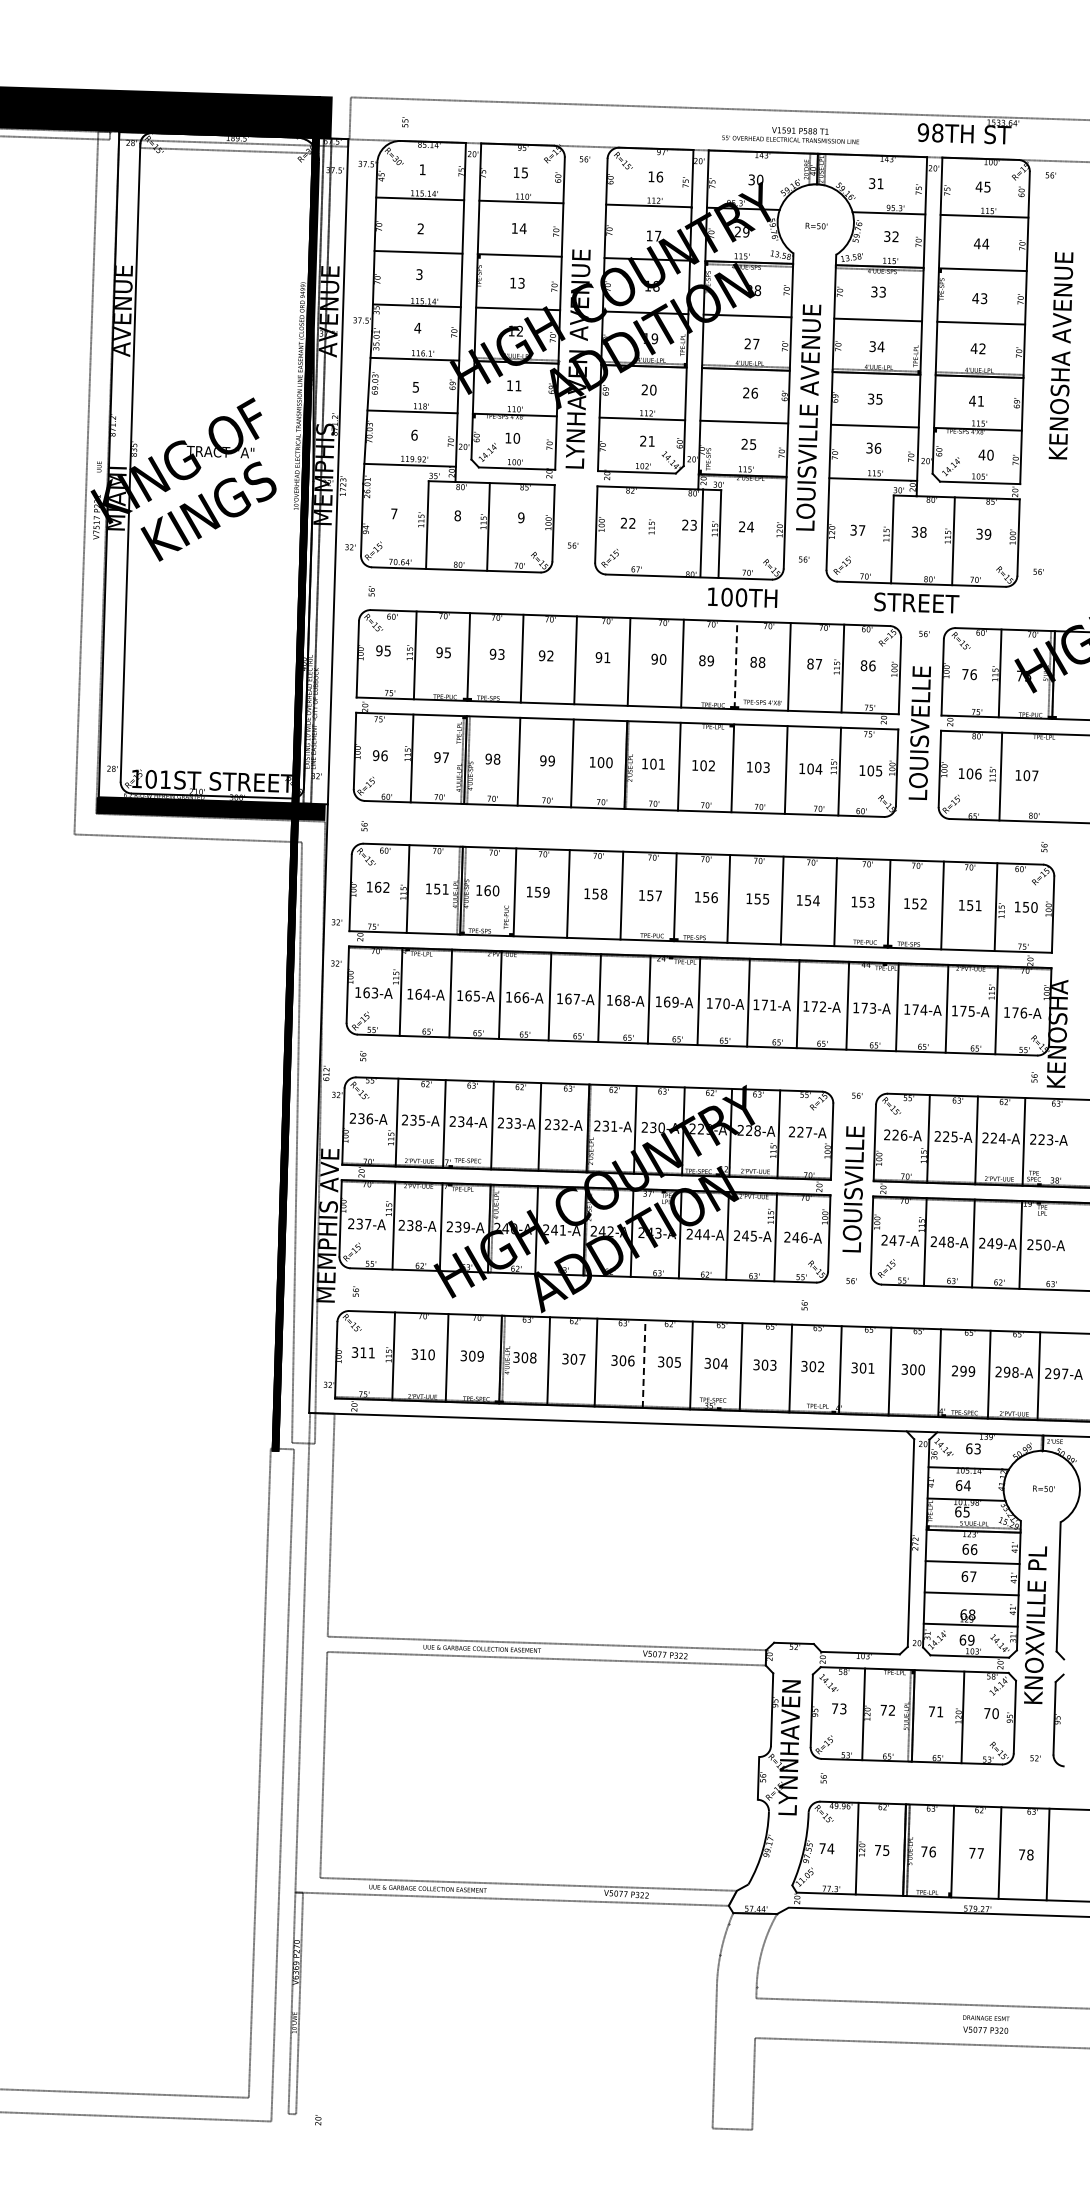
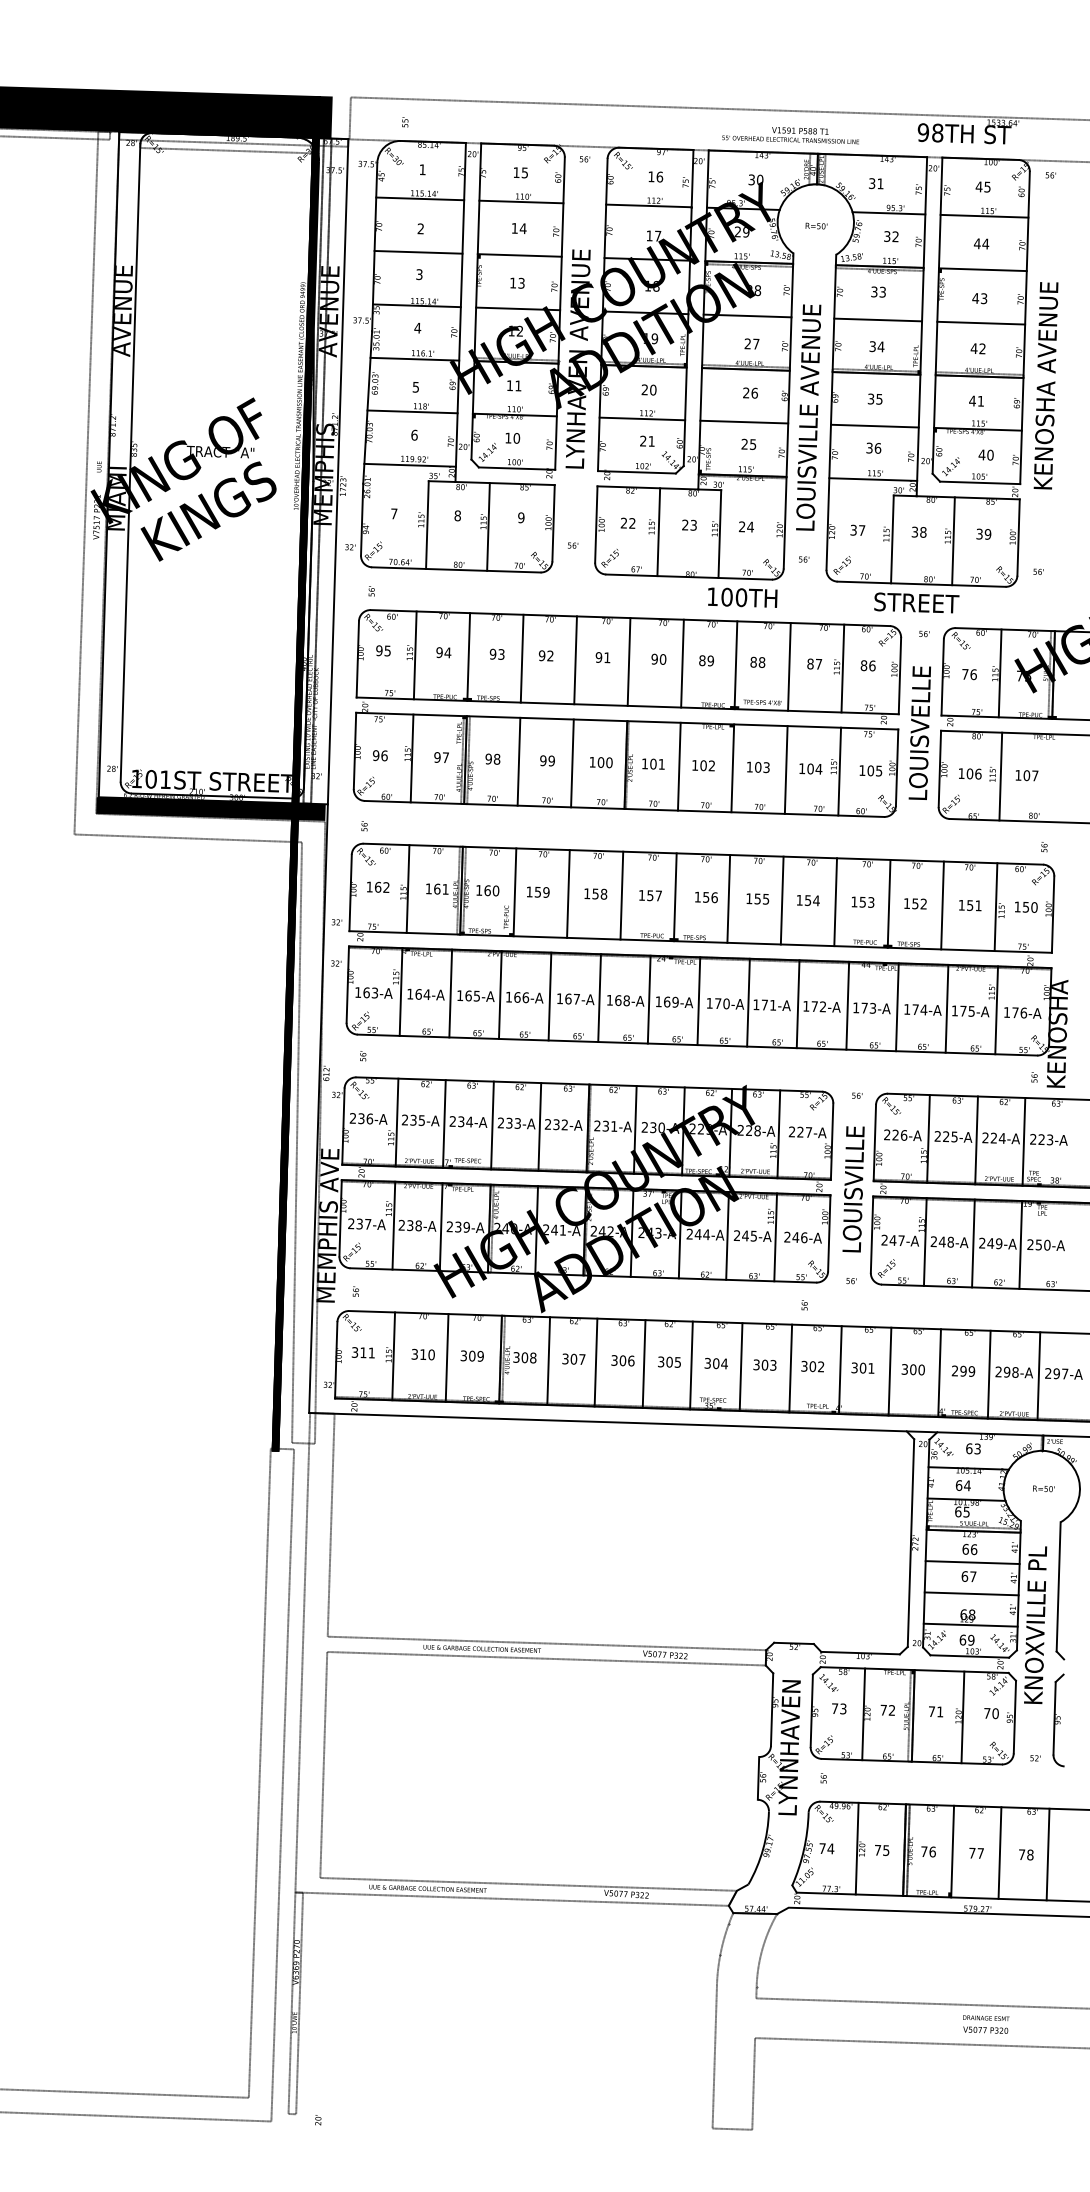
text at (1060, 355) position: (1060, 355) -> (1045, 385)
line at (701, 533) position: (701, 533) -> (658, 532)
text at (447, 652): 95 -> 94
line at (735, 665): dashed -> solid
text at (437, 888): 151 -> 161
line at (644, 1364): dashed -> solid
